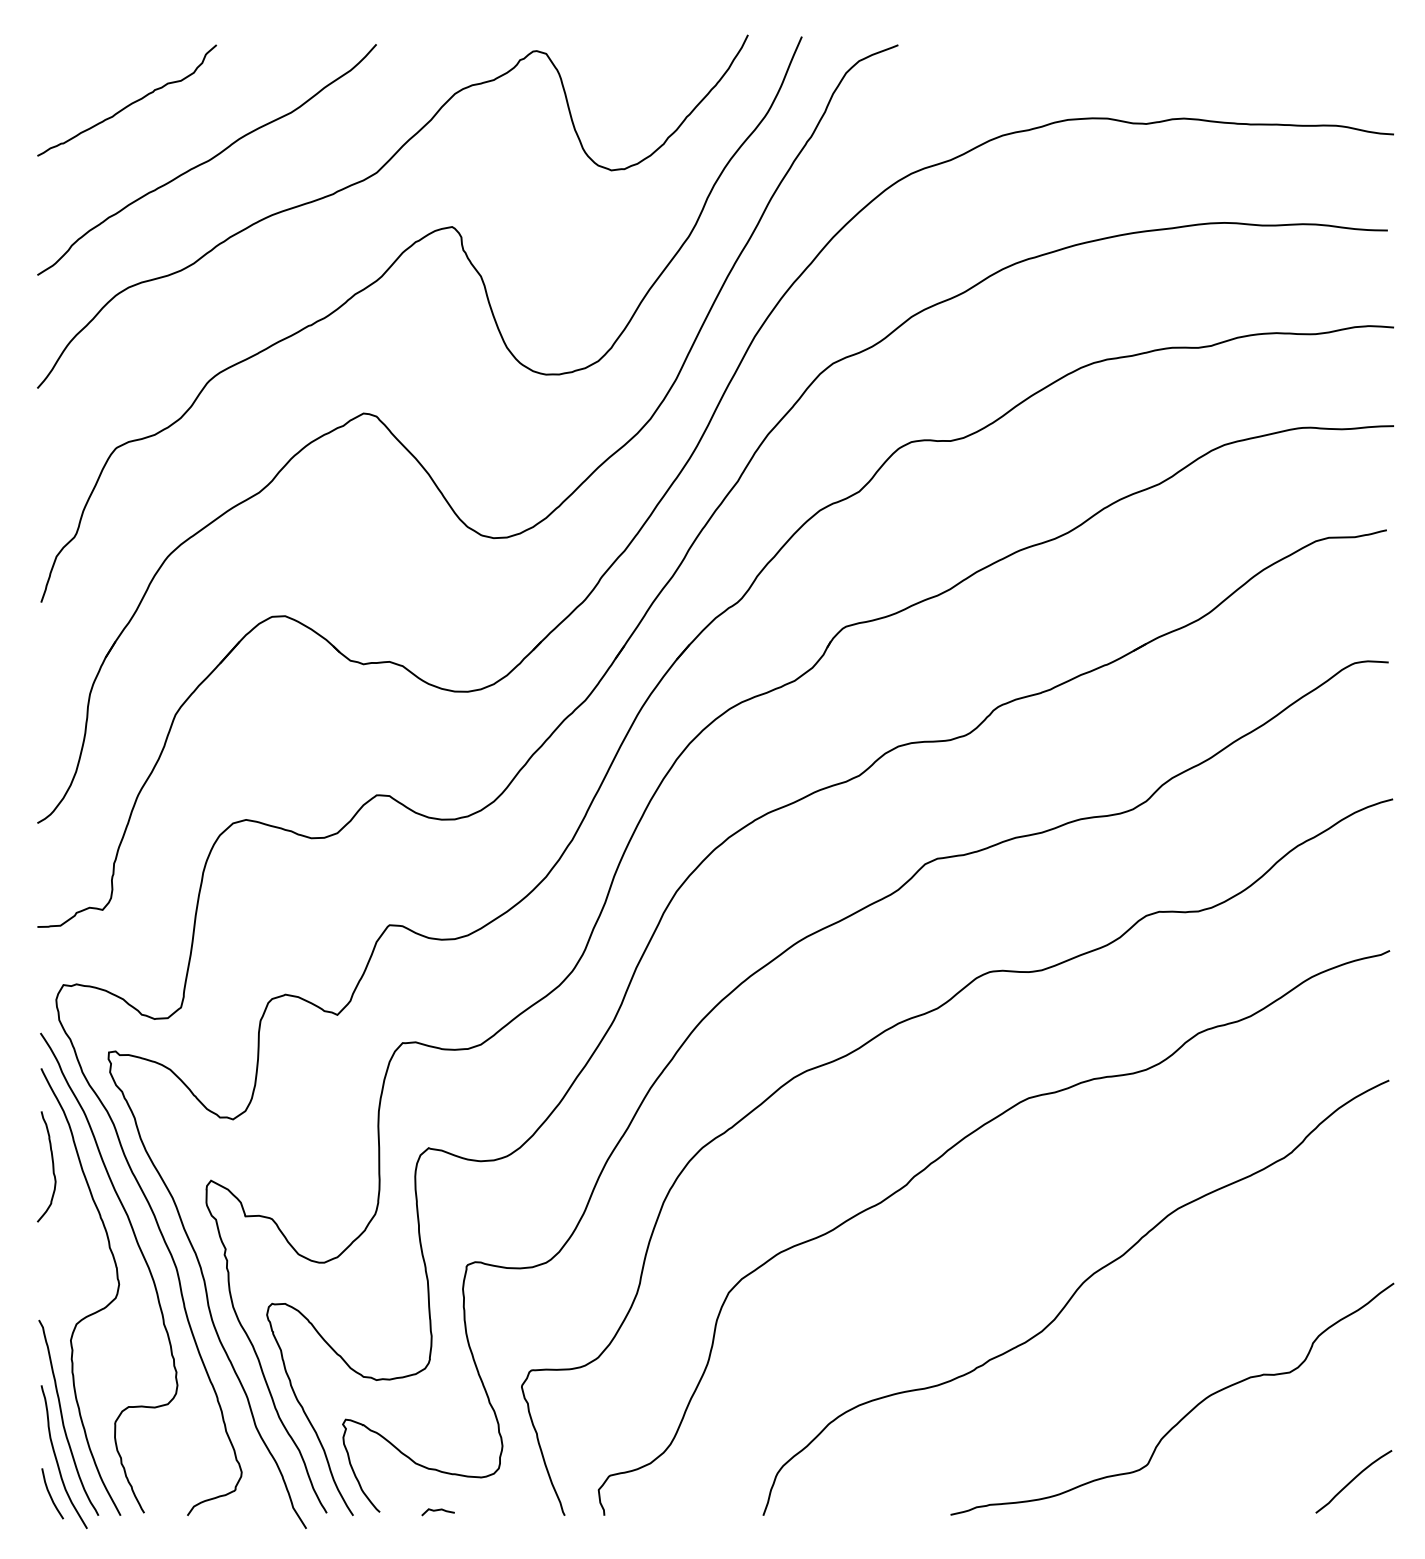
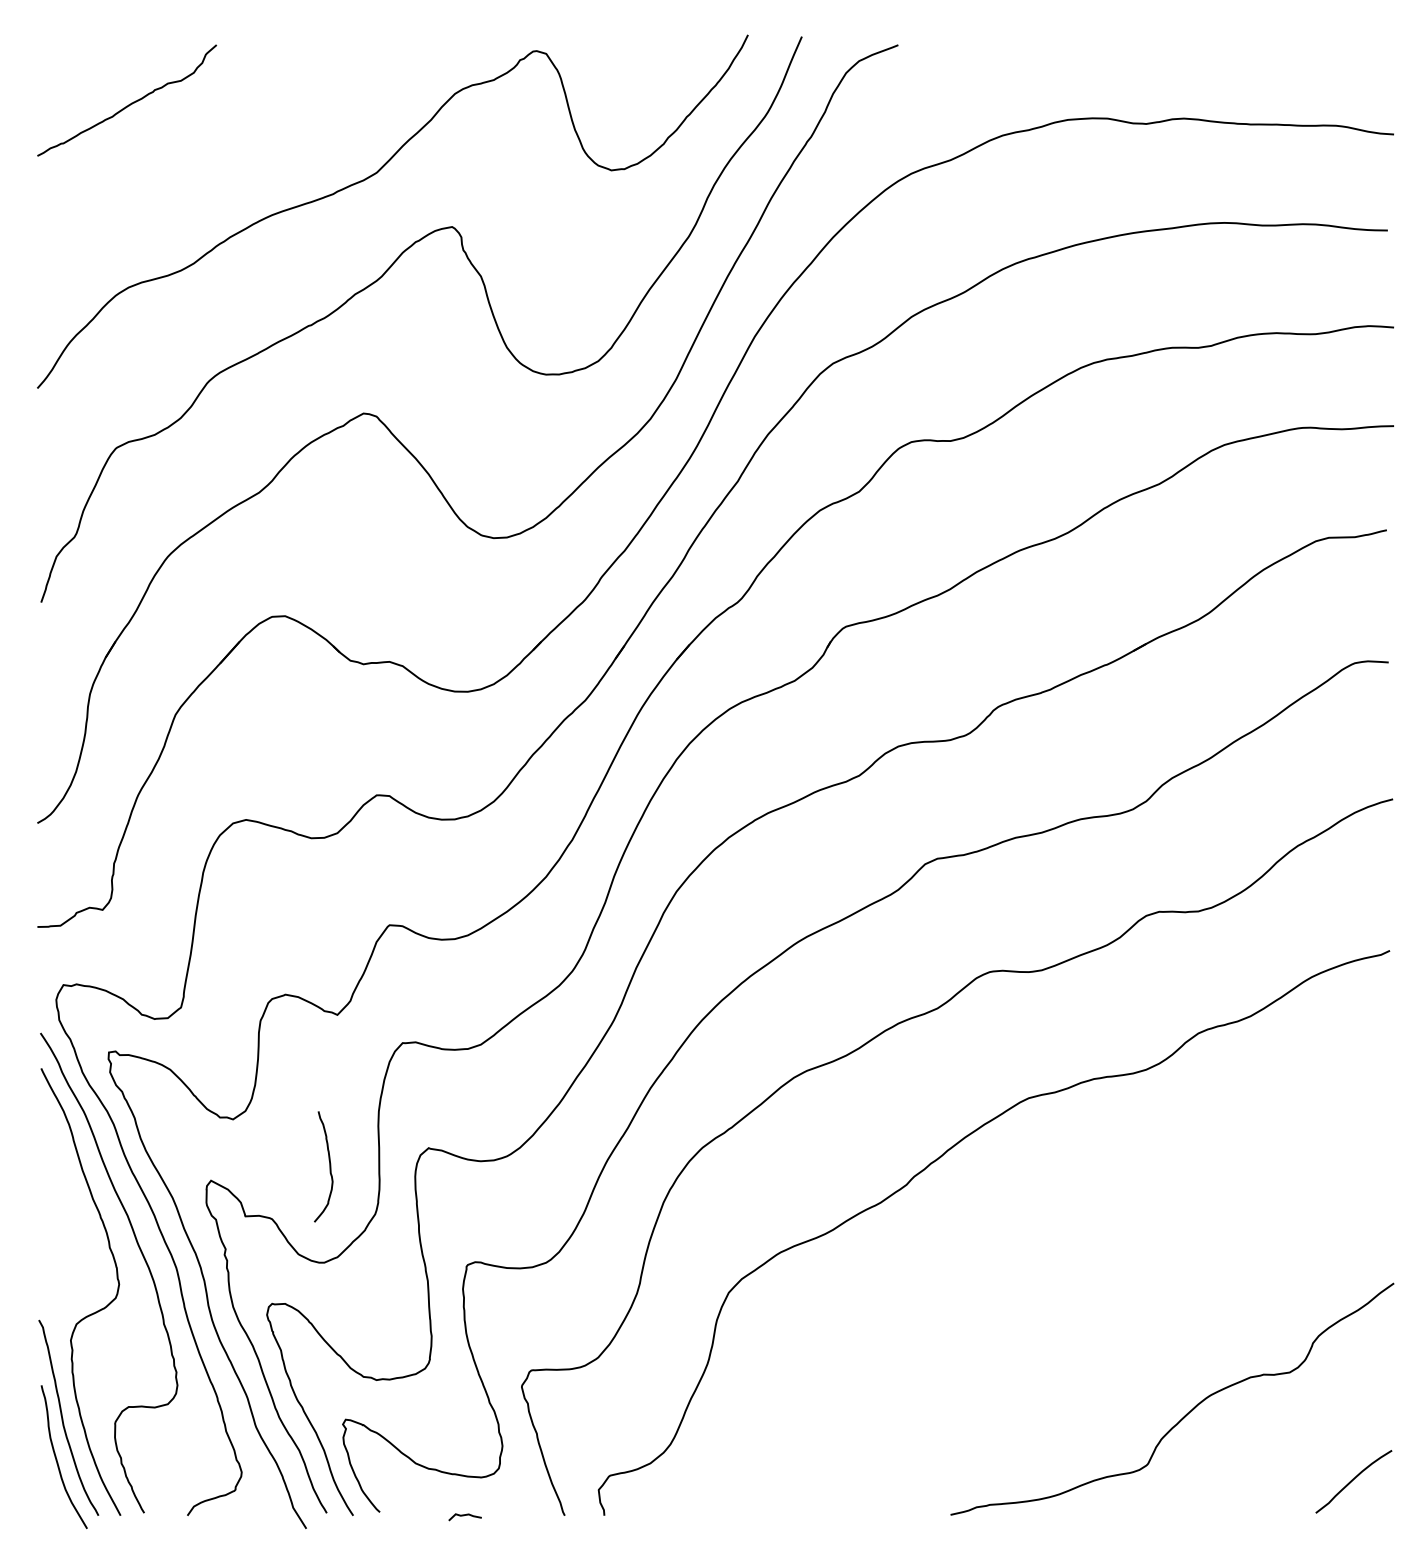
curve at (206, 160): present -> none
curve at (52, 1166) position: (52, 1166) -> (329, 1166)
curve at (1074, 1295): present -> none
curve at (50, 1493): present -> none
curve at (437, 1511) position: (437, 1511) -> (464, 1516)
